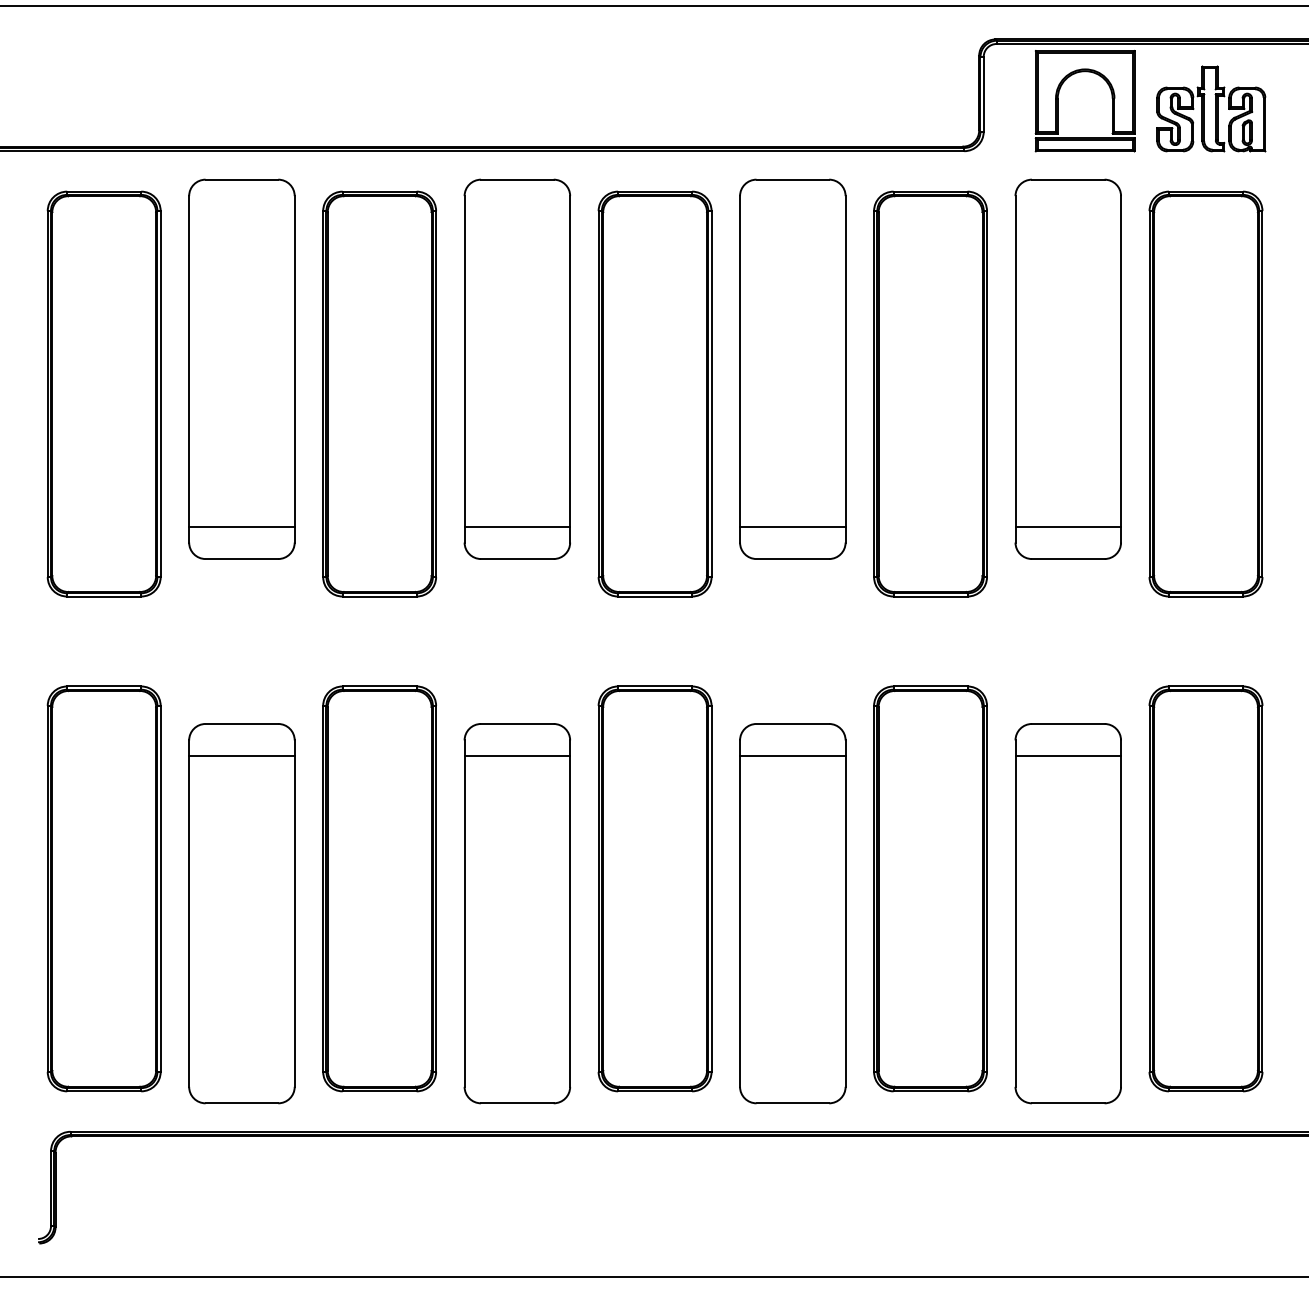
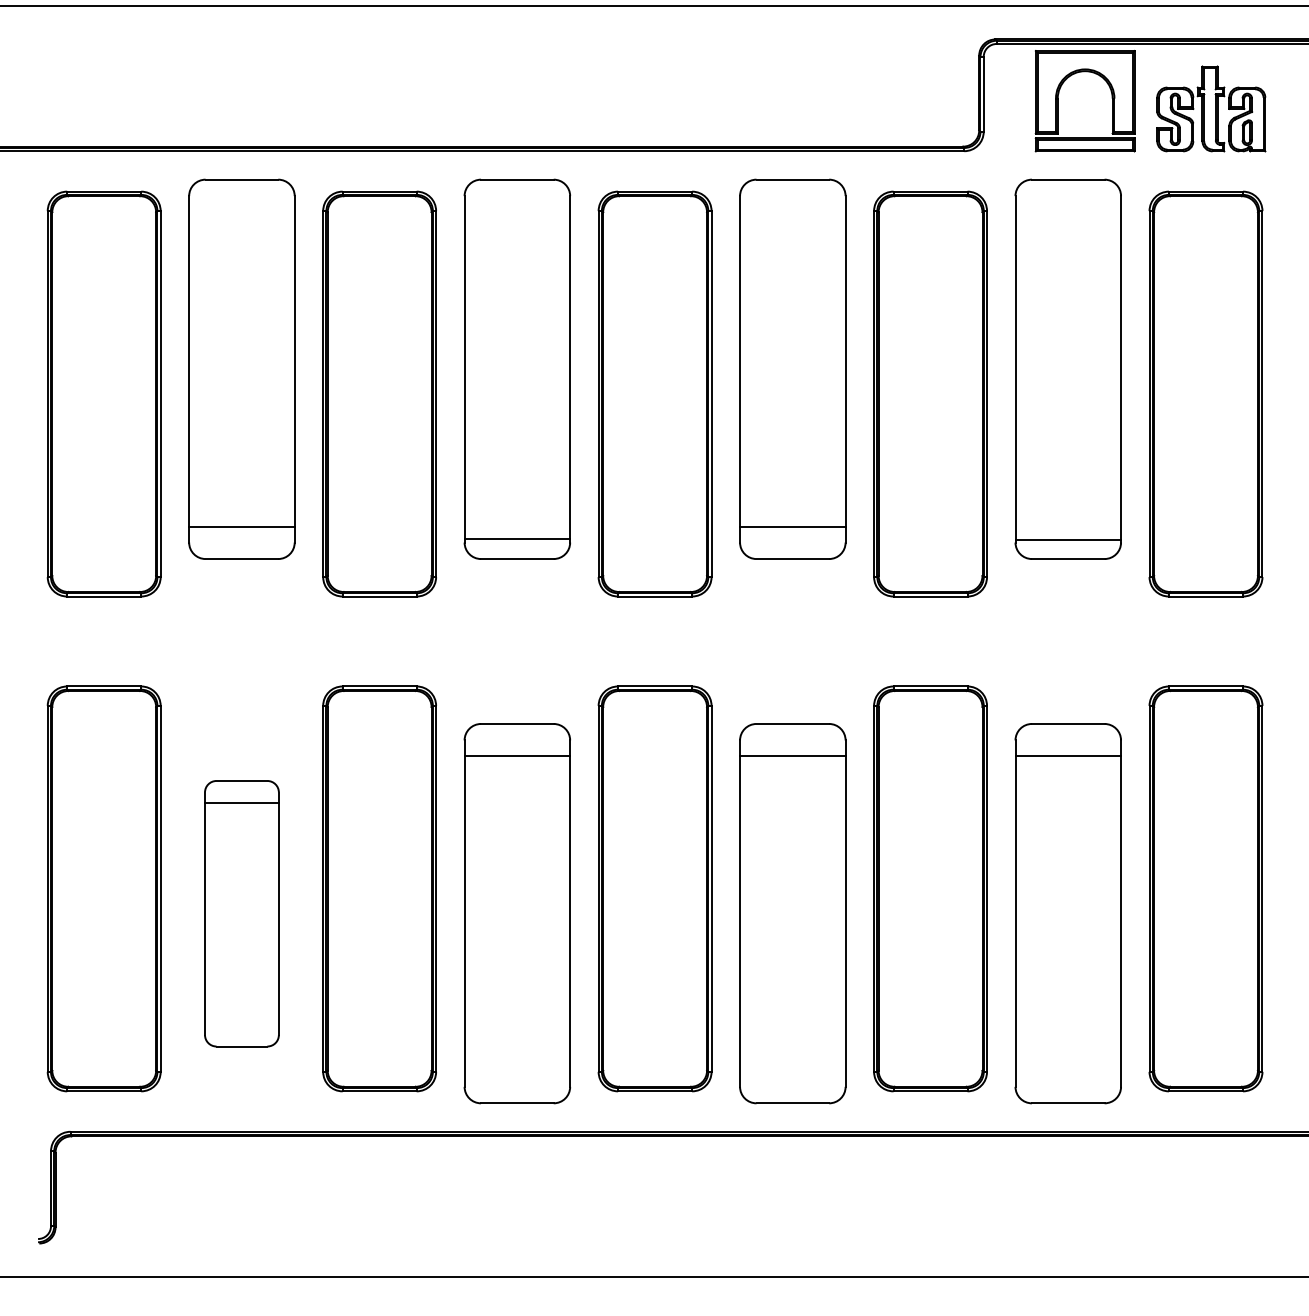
line at (517, 527) position: (517, 527) -> (517, 539)
line at (1068, 527) position: (1068, 527) -> (1068, 540)
part at (241, 913) size: 108x382 px -> 76x268 px
